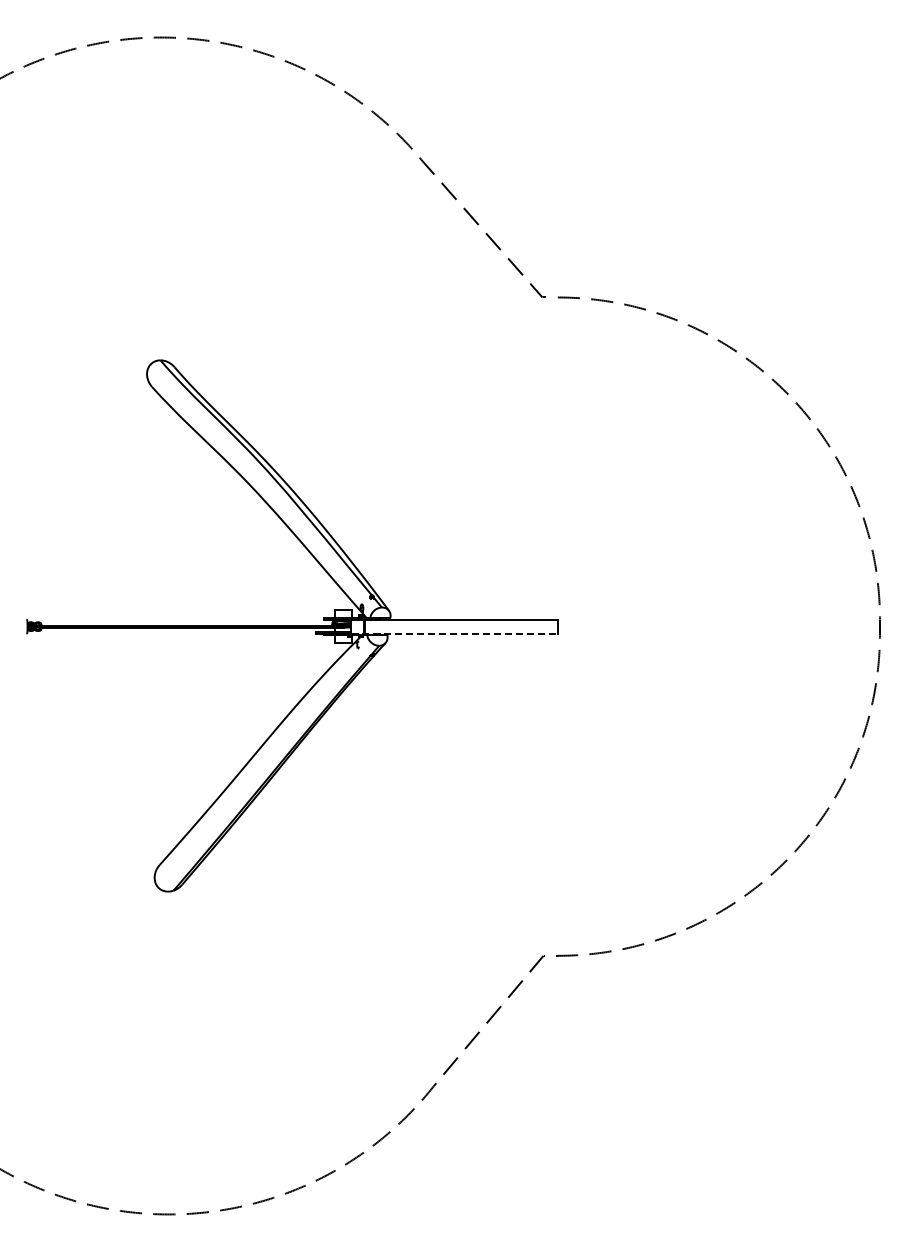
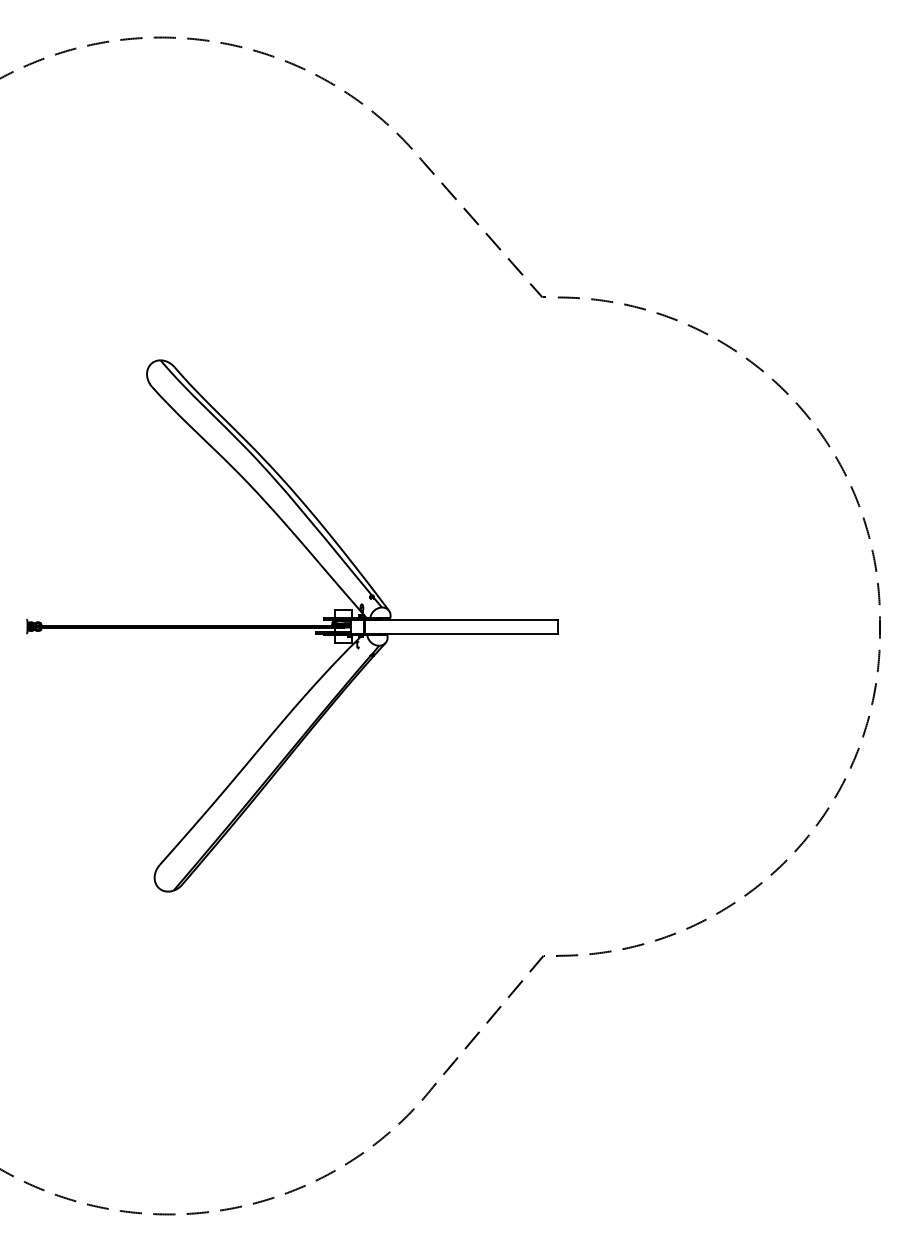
line at (454, 633): dashed -> solid
